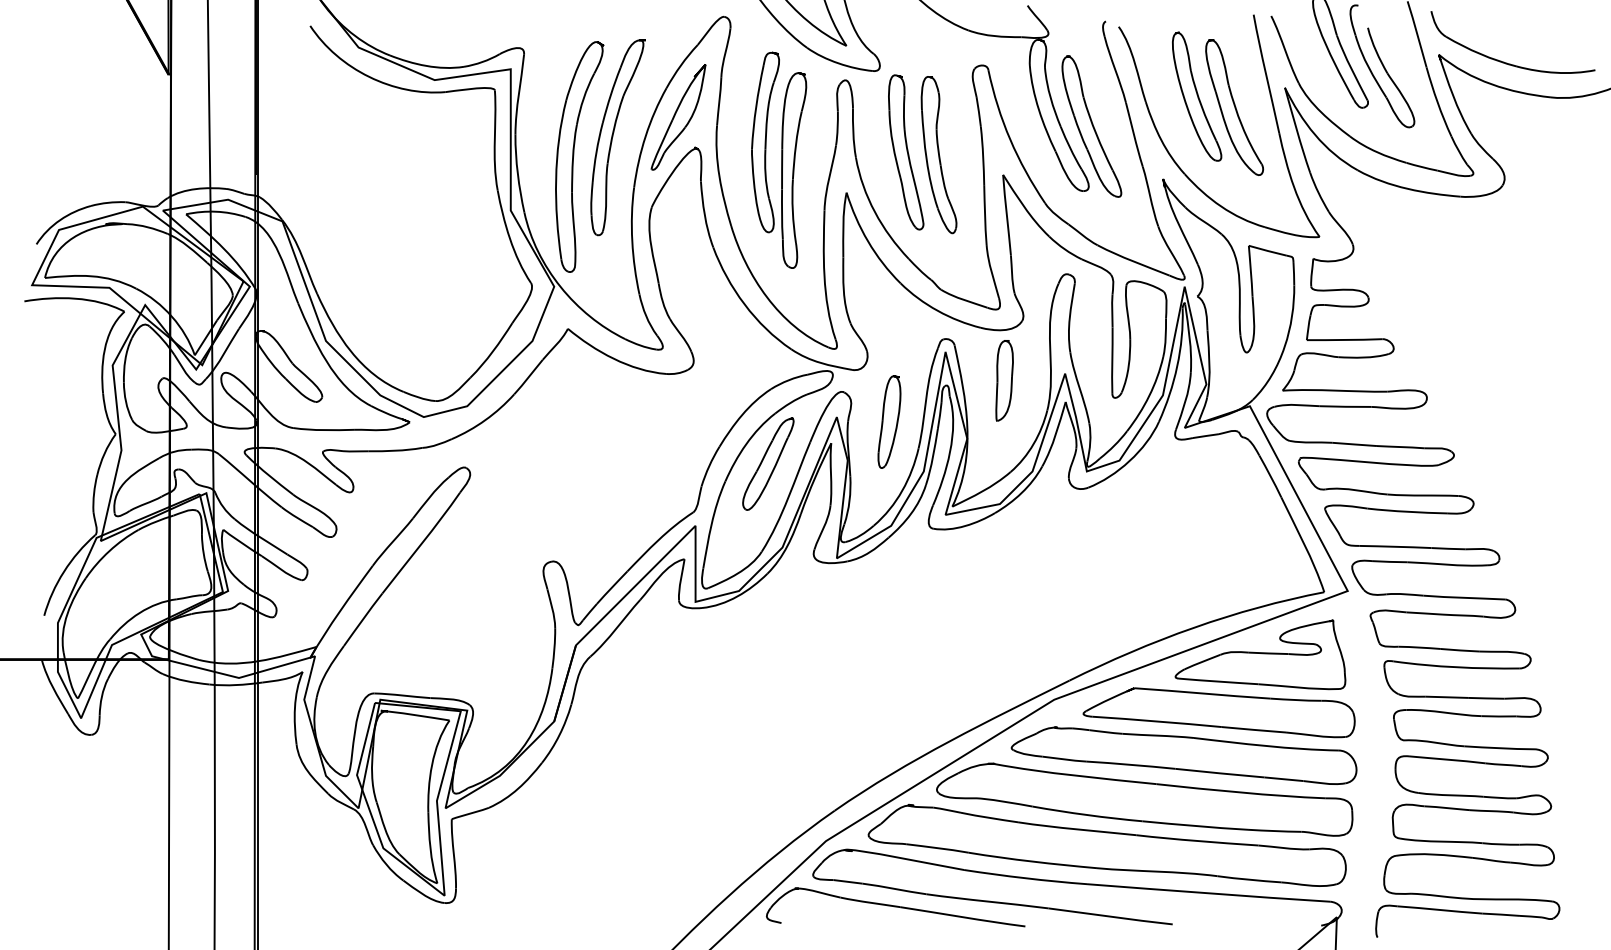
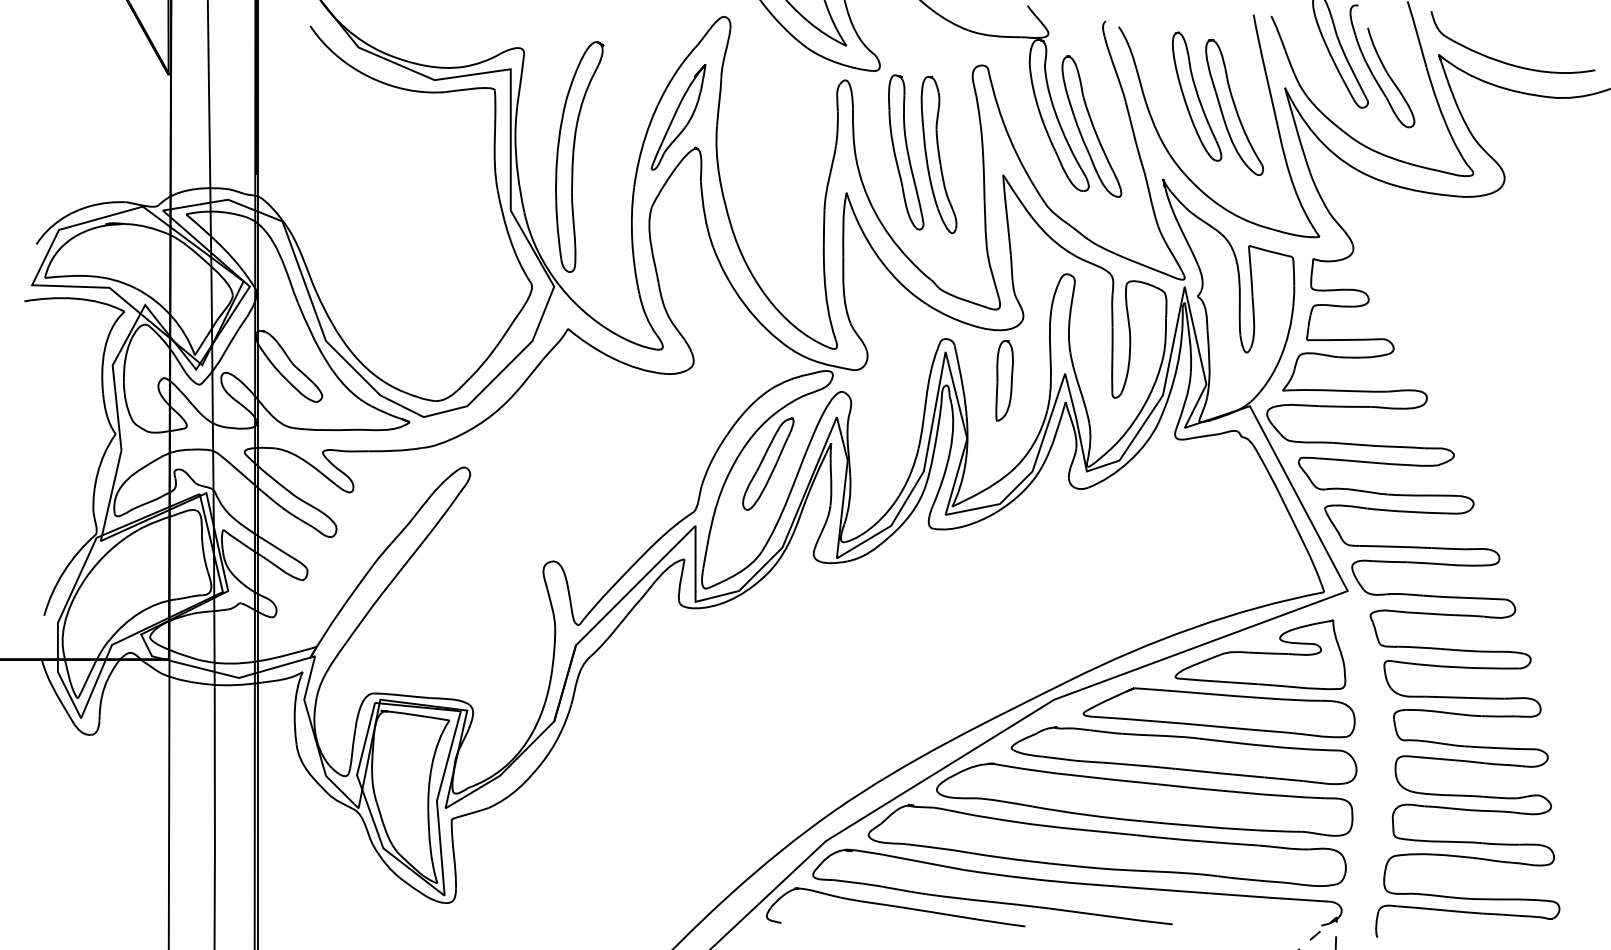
part at (617, 137): present -> none
part at (779, 159): present -> none
part at (889, 421): present -> none
line at (1330, 923): solid -> dashed
